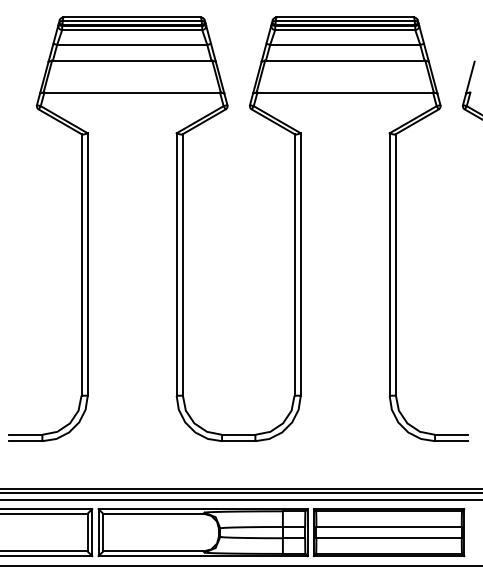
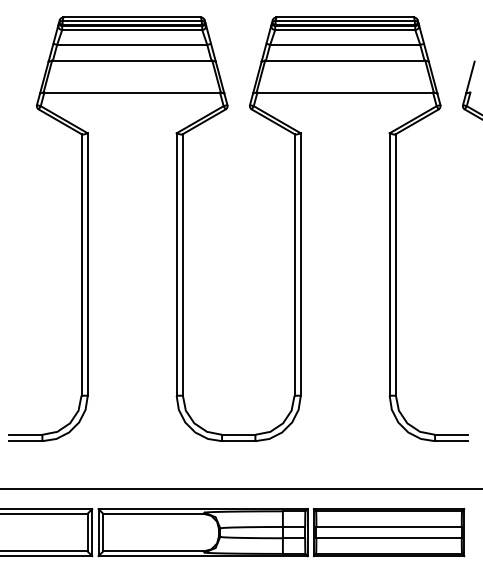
line at (240, 493): present -> none
line at (240, 499): present -> none
line at (240, 565): present -> none
